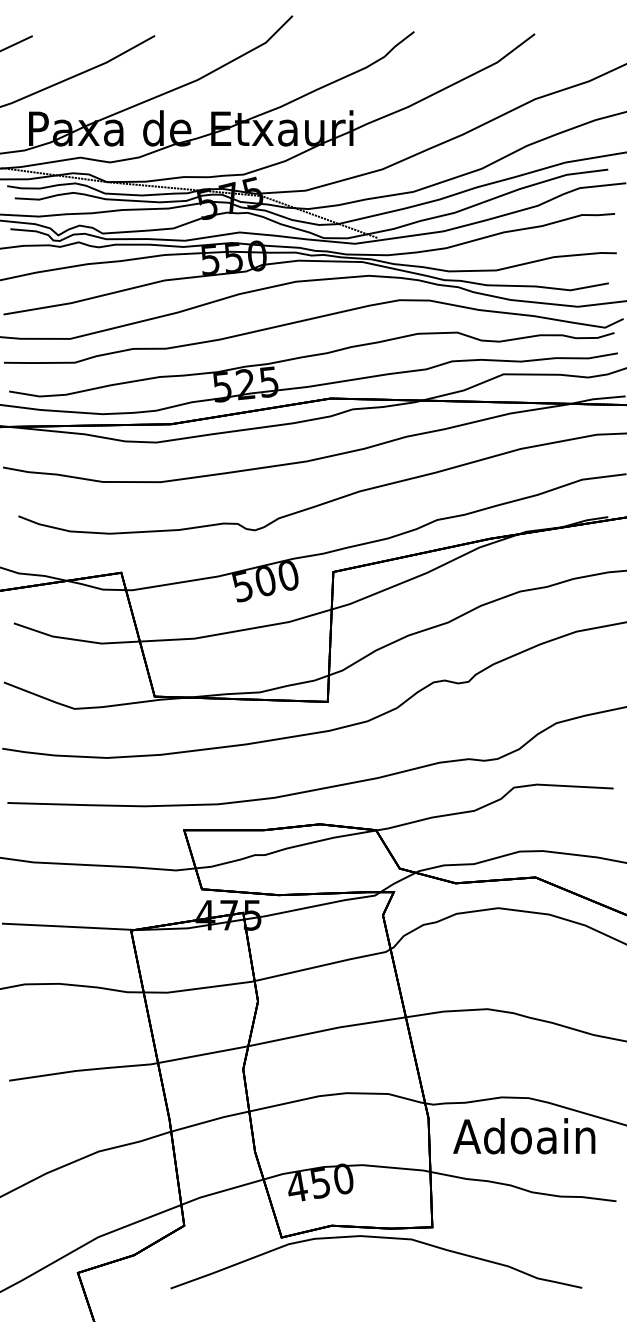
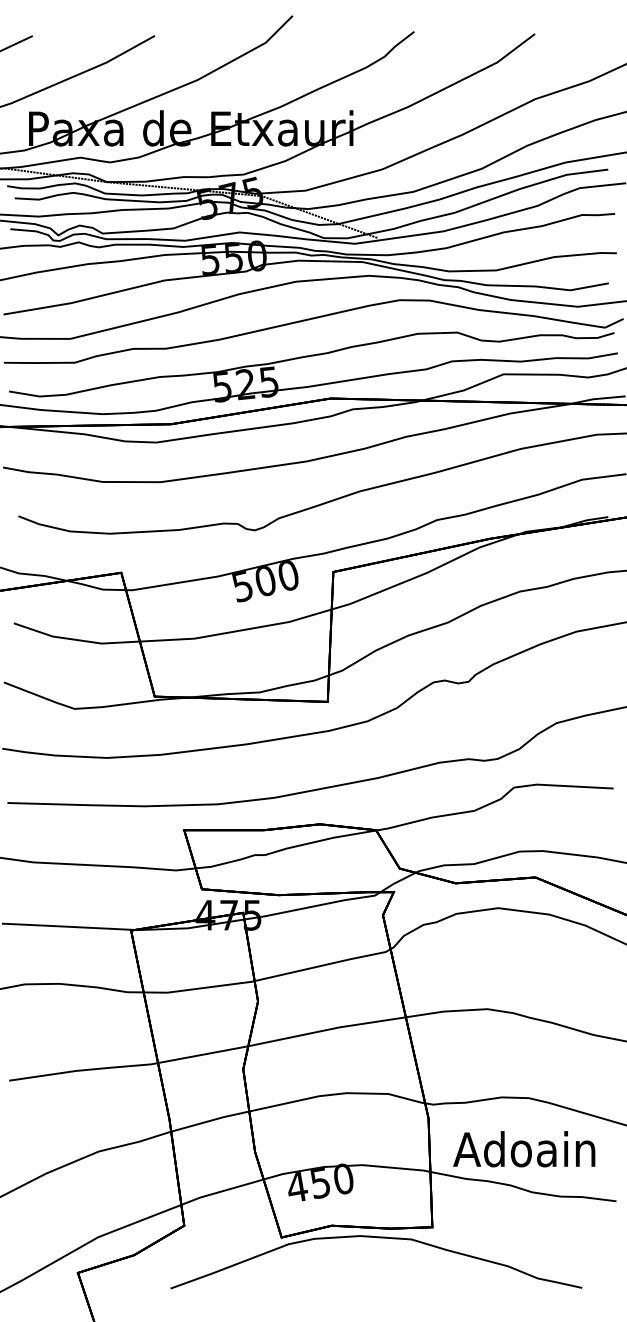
text at (524, 1136) position: (524, 1136) -> (524, 1149)
